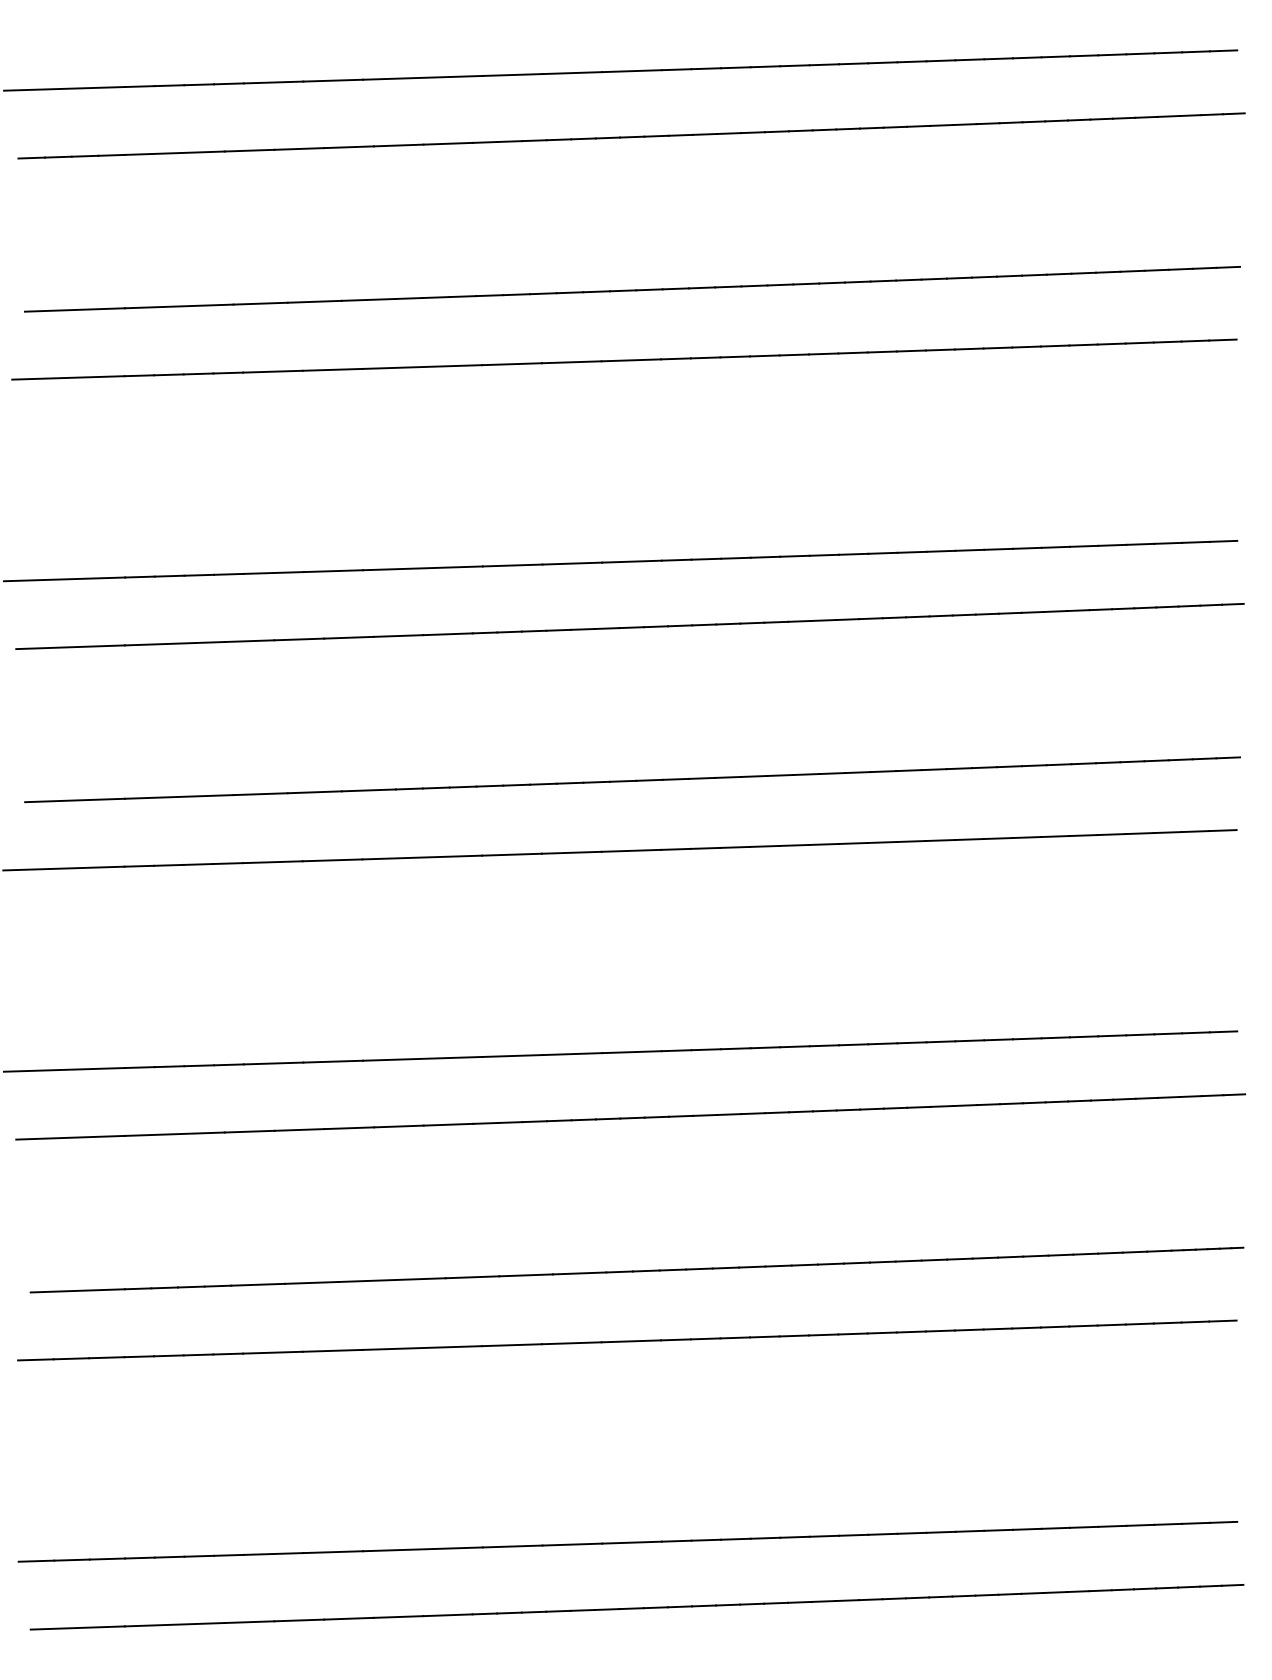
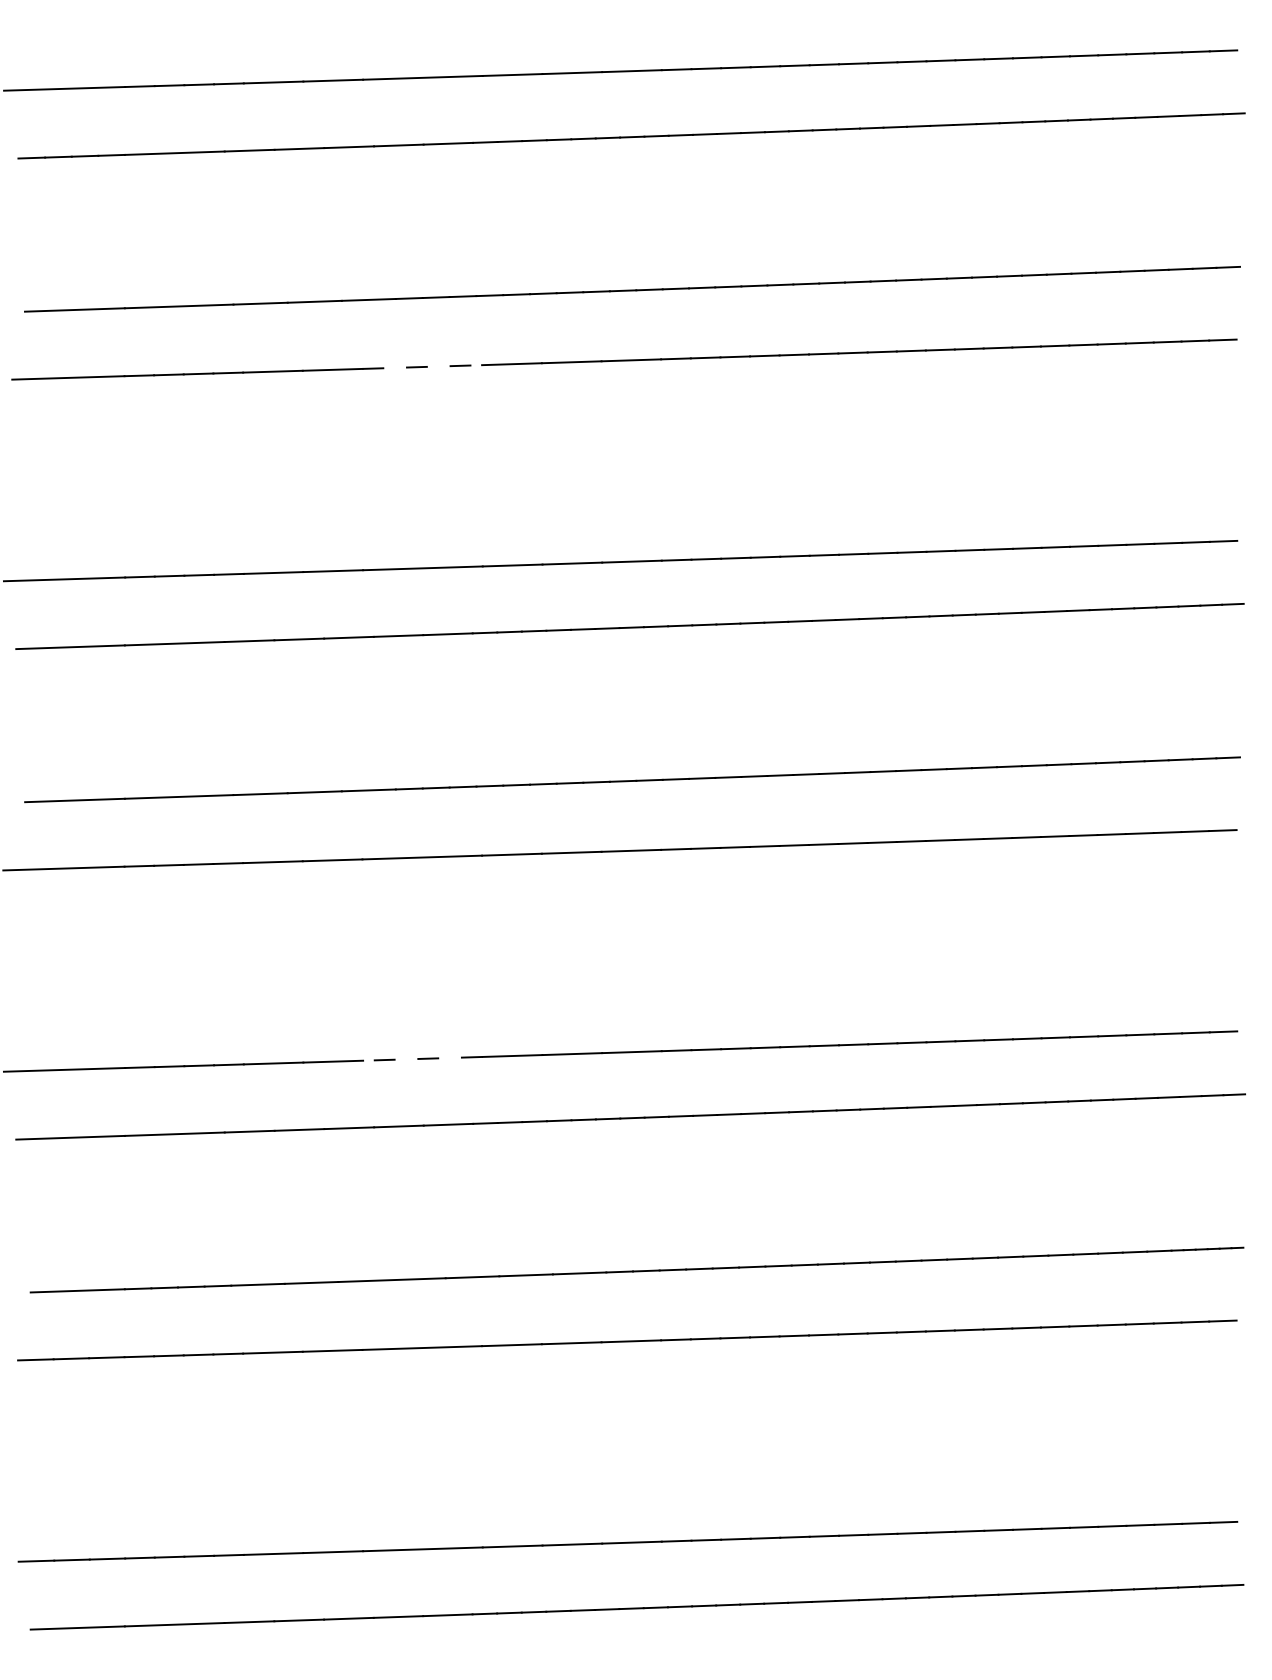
line at (422, 367): solid -> dashed
line at (422, 1058): solid -> dashed
